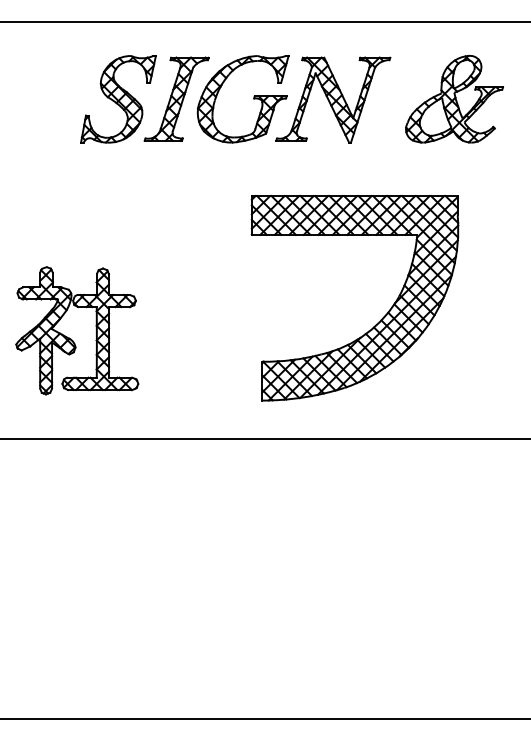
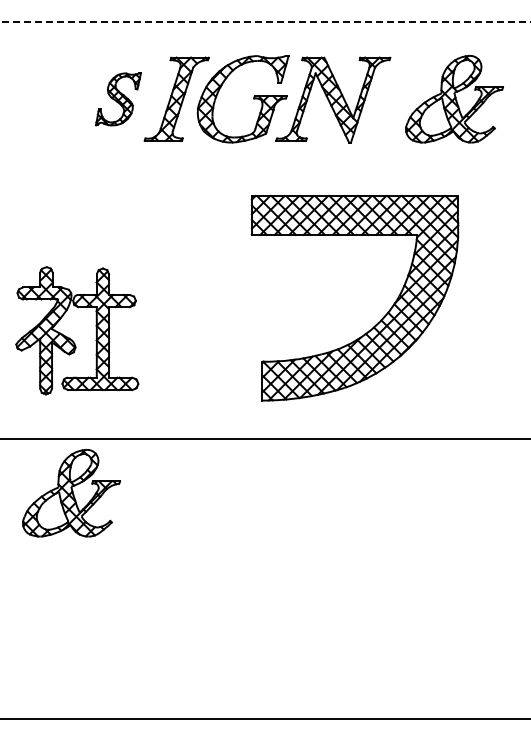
line at (264, 22): solid -> dashed
part at (118, 99) size: 77x89 px -> 47x55 px
part at (71, 493): none -> present
